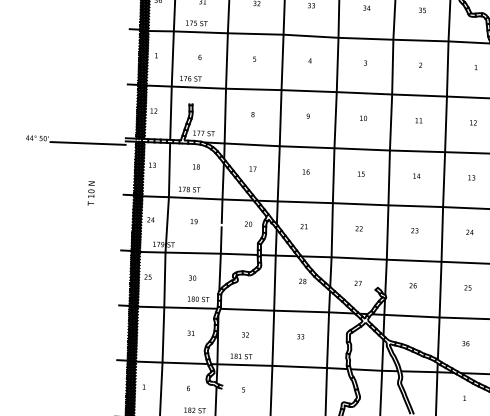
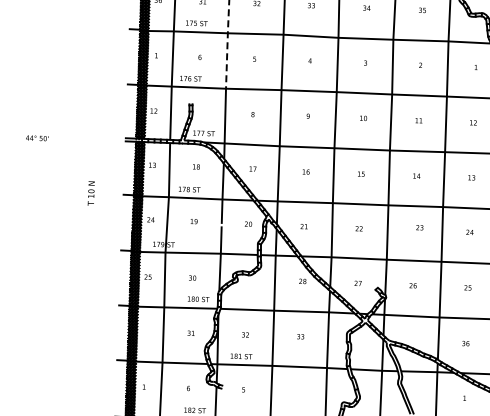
line at (227, 44): solid -> dashed
line at (87, 143): present -> none
text at (414, 230) position: (414, 230) -> (419, 227)
